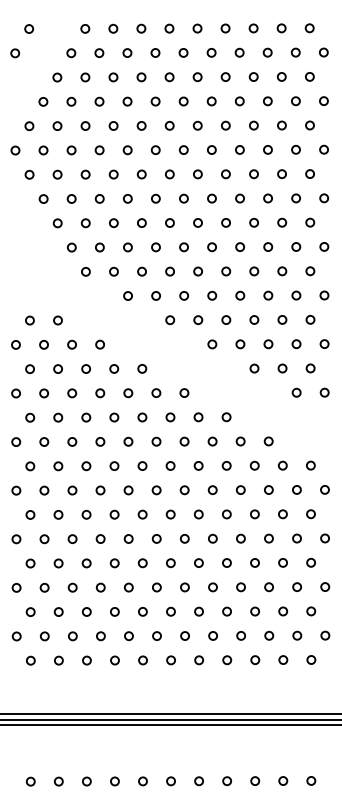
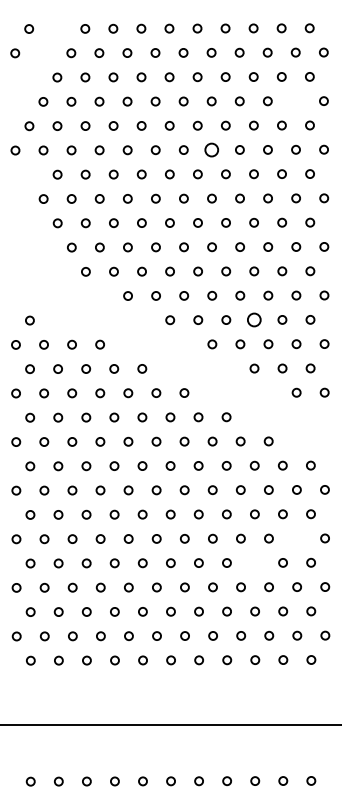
circle at (295, 101): present -> none
circle at (211, 149) size: 10x10 px -> 16x16 px
circle at (29, 174): present -> none
circle at (254, 319) size: 11x10 px -> 15x16 px
circle at (57, 320): present -> none
circle at (296, 538): present -> none
circle at (254, 562): present -> none
line at (170, 714): present -> none
line at (170, 719): present -> none
